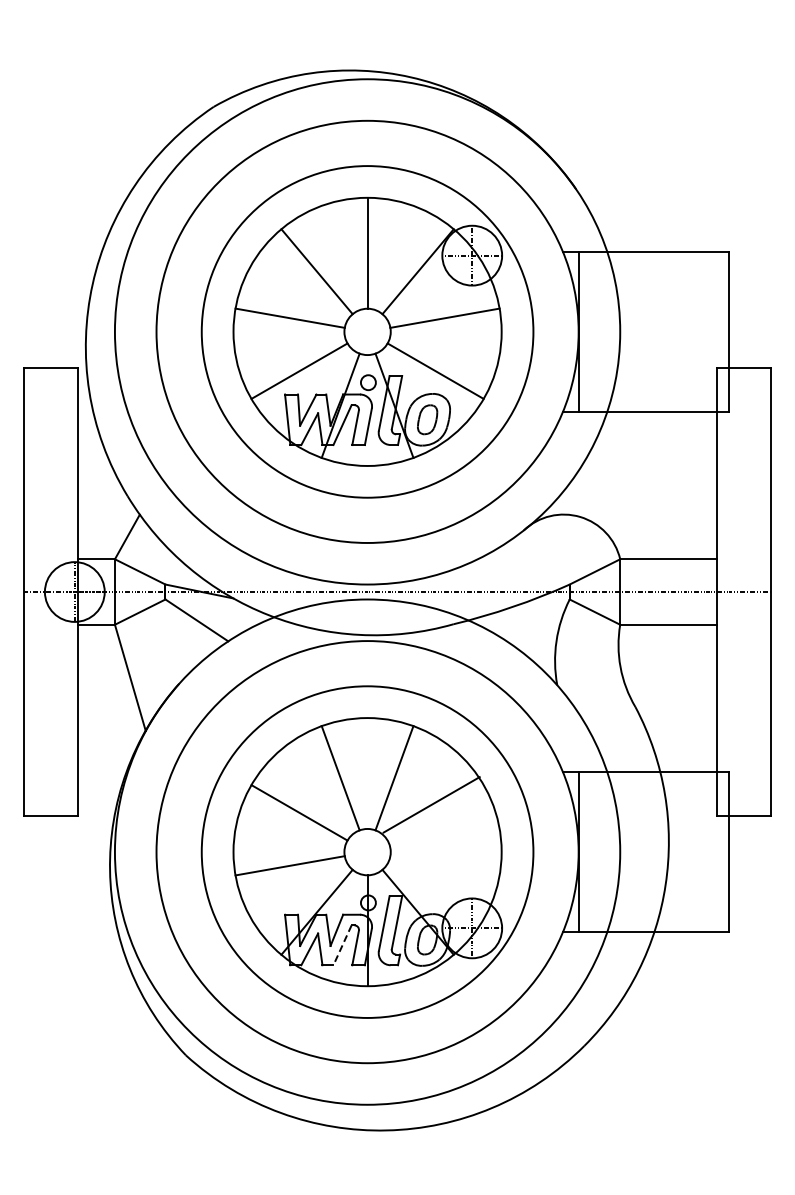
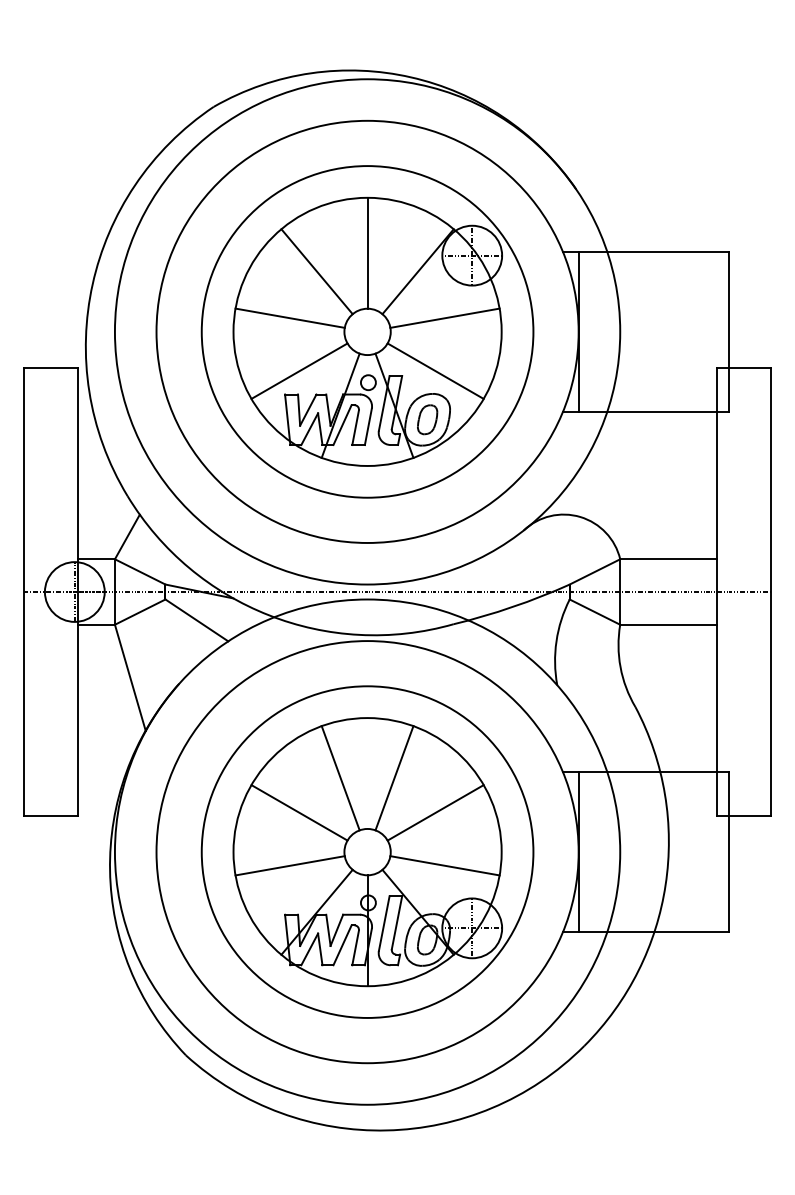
line at (431, 804) position: (431, 804) -> (435, 812)
line at (444, 865): none -> present
line at (342, 945): dashed -> solid
